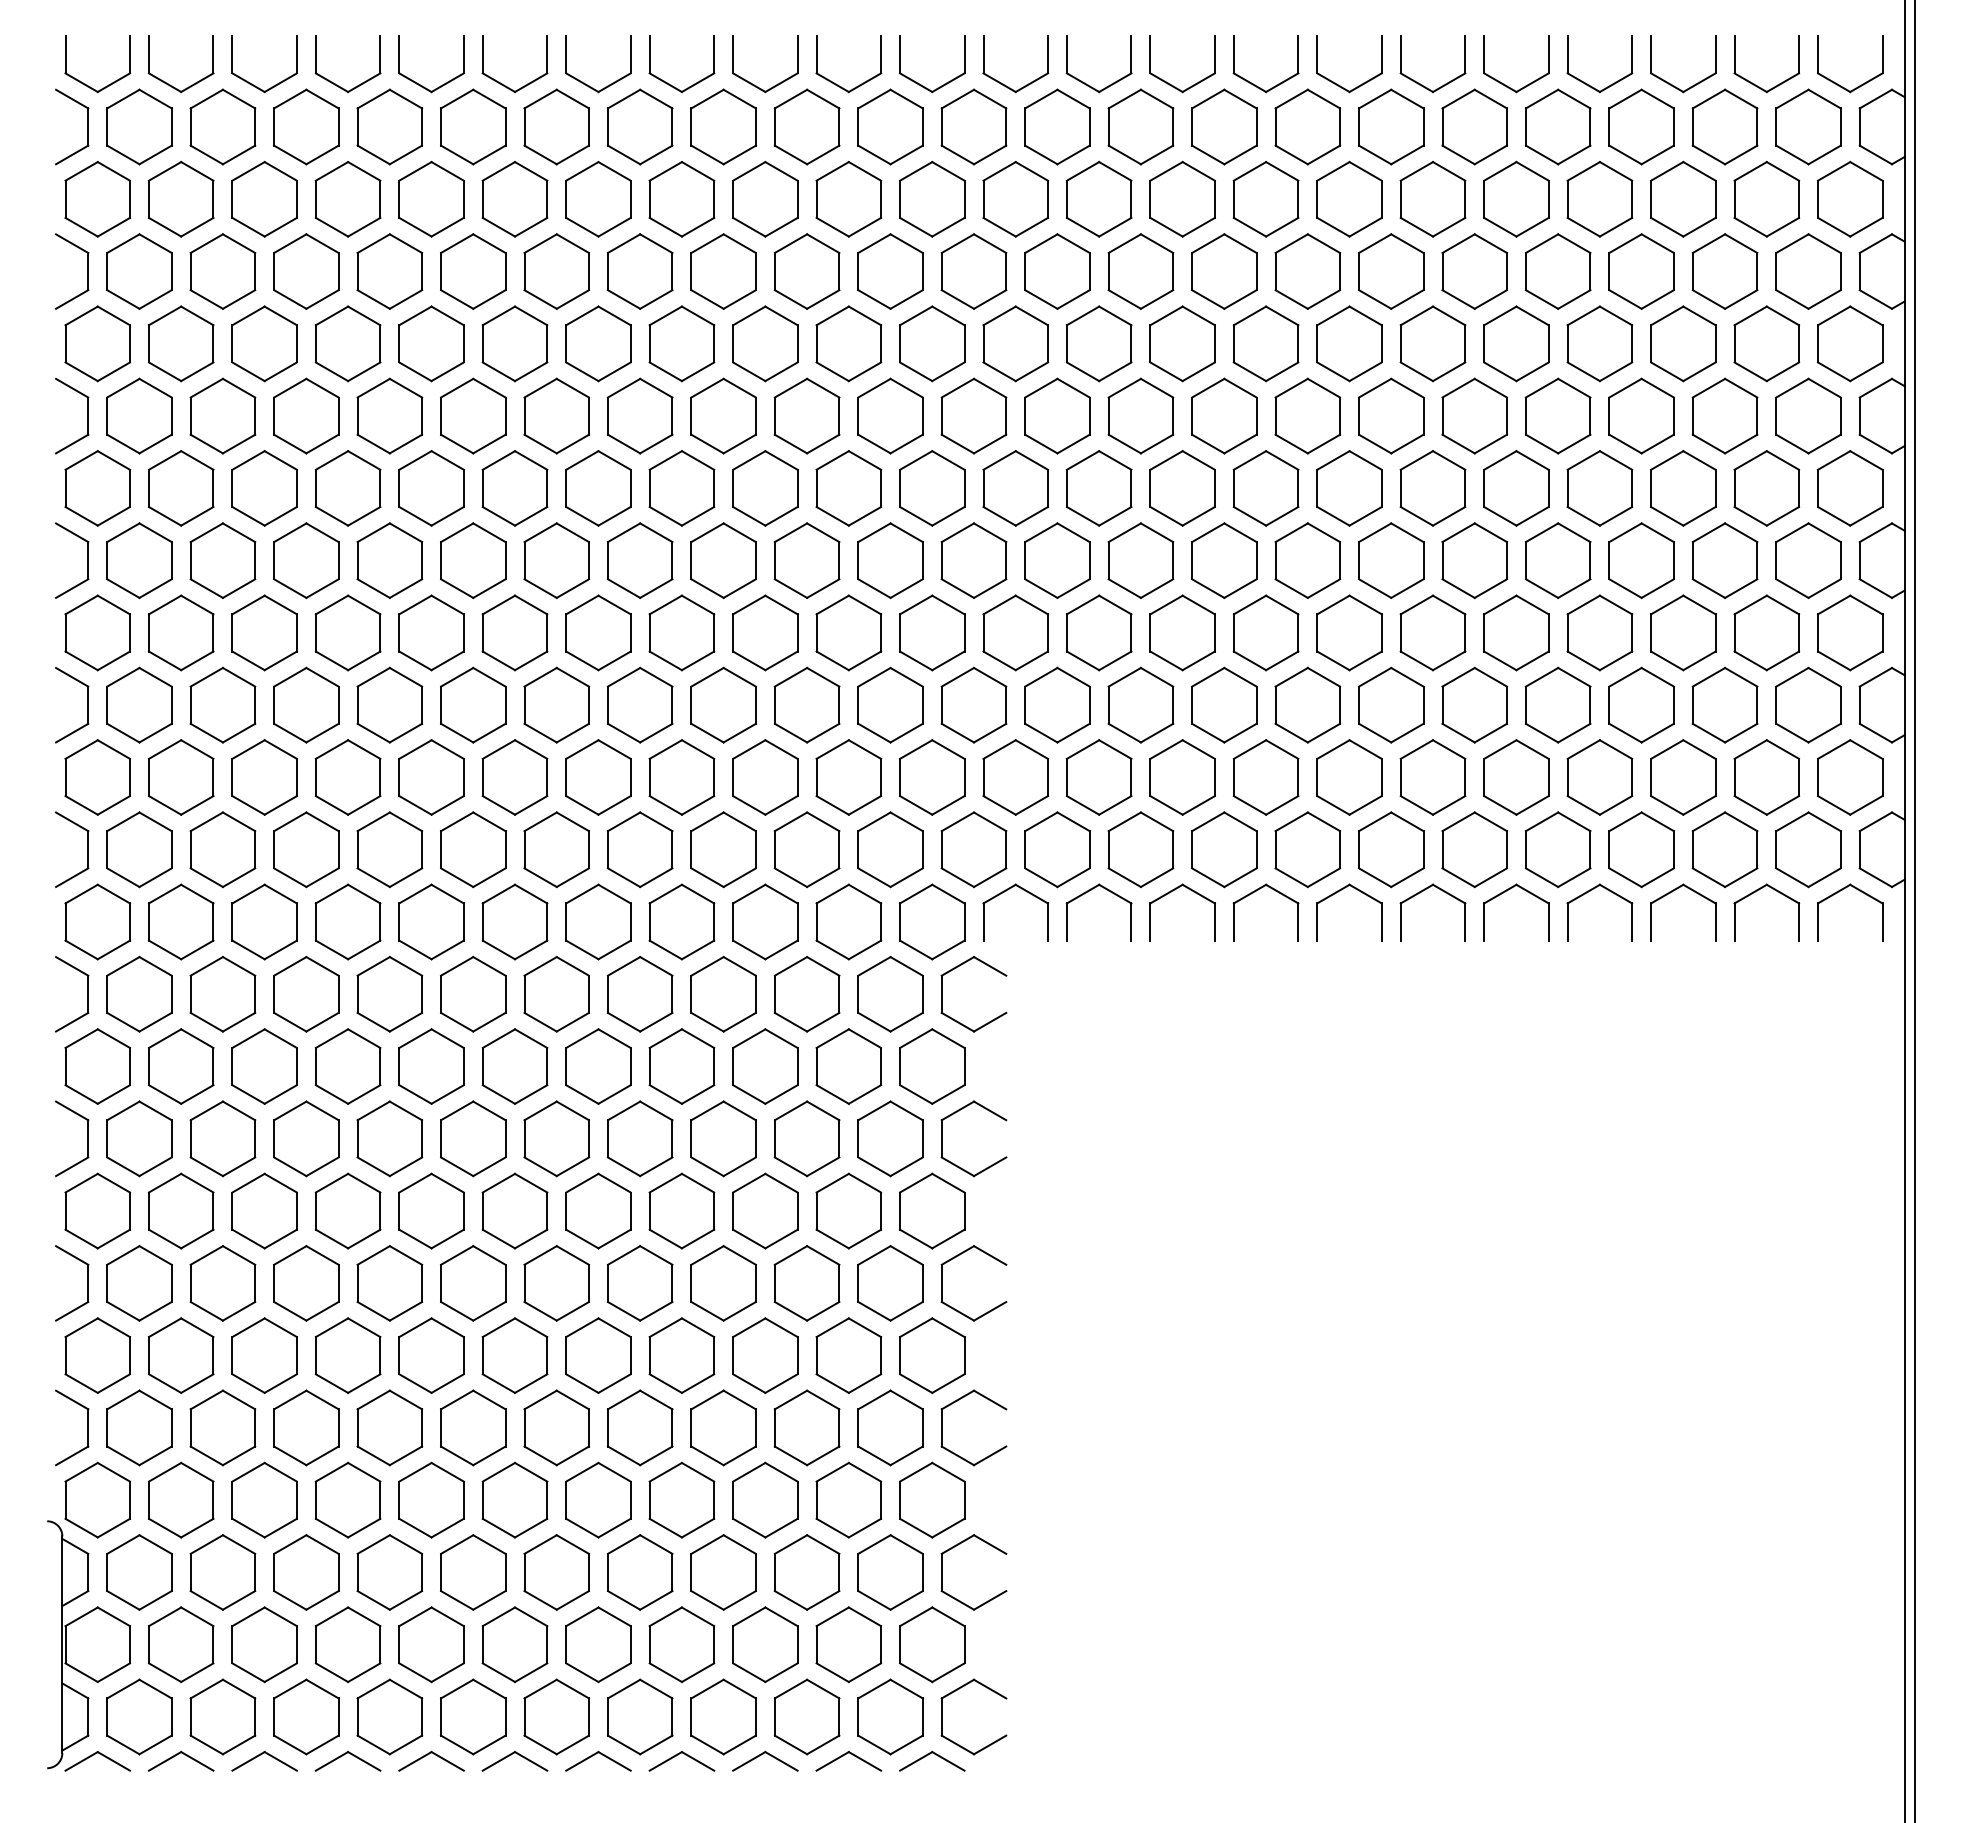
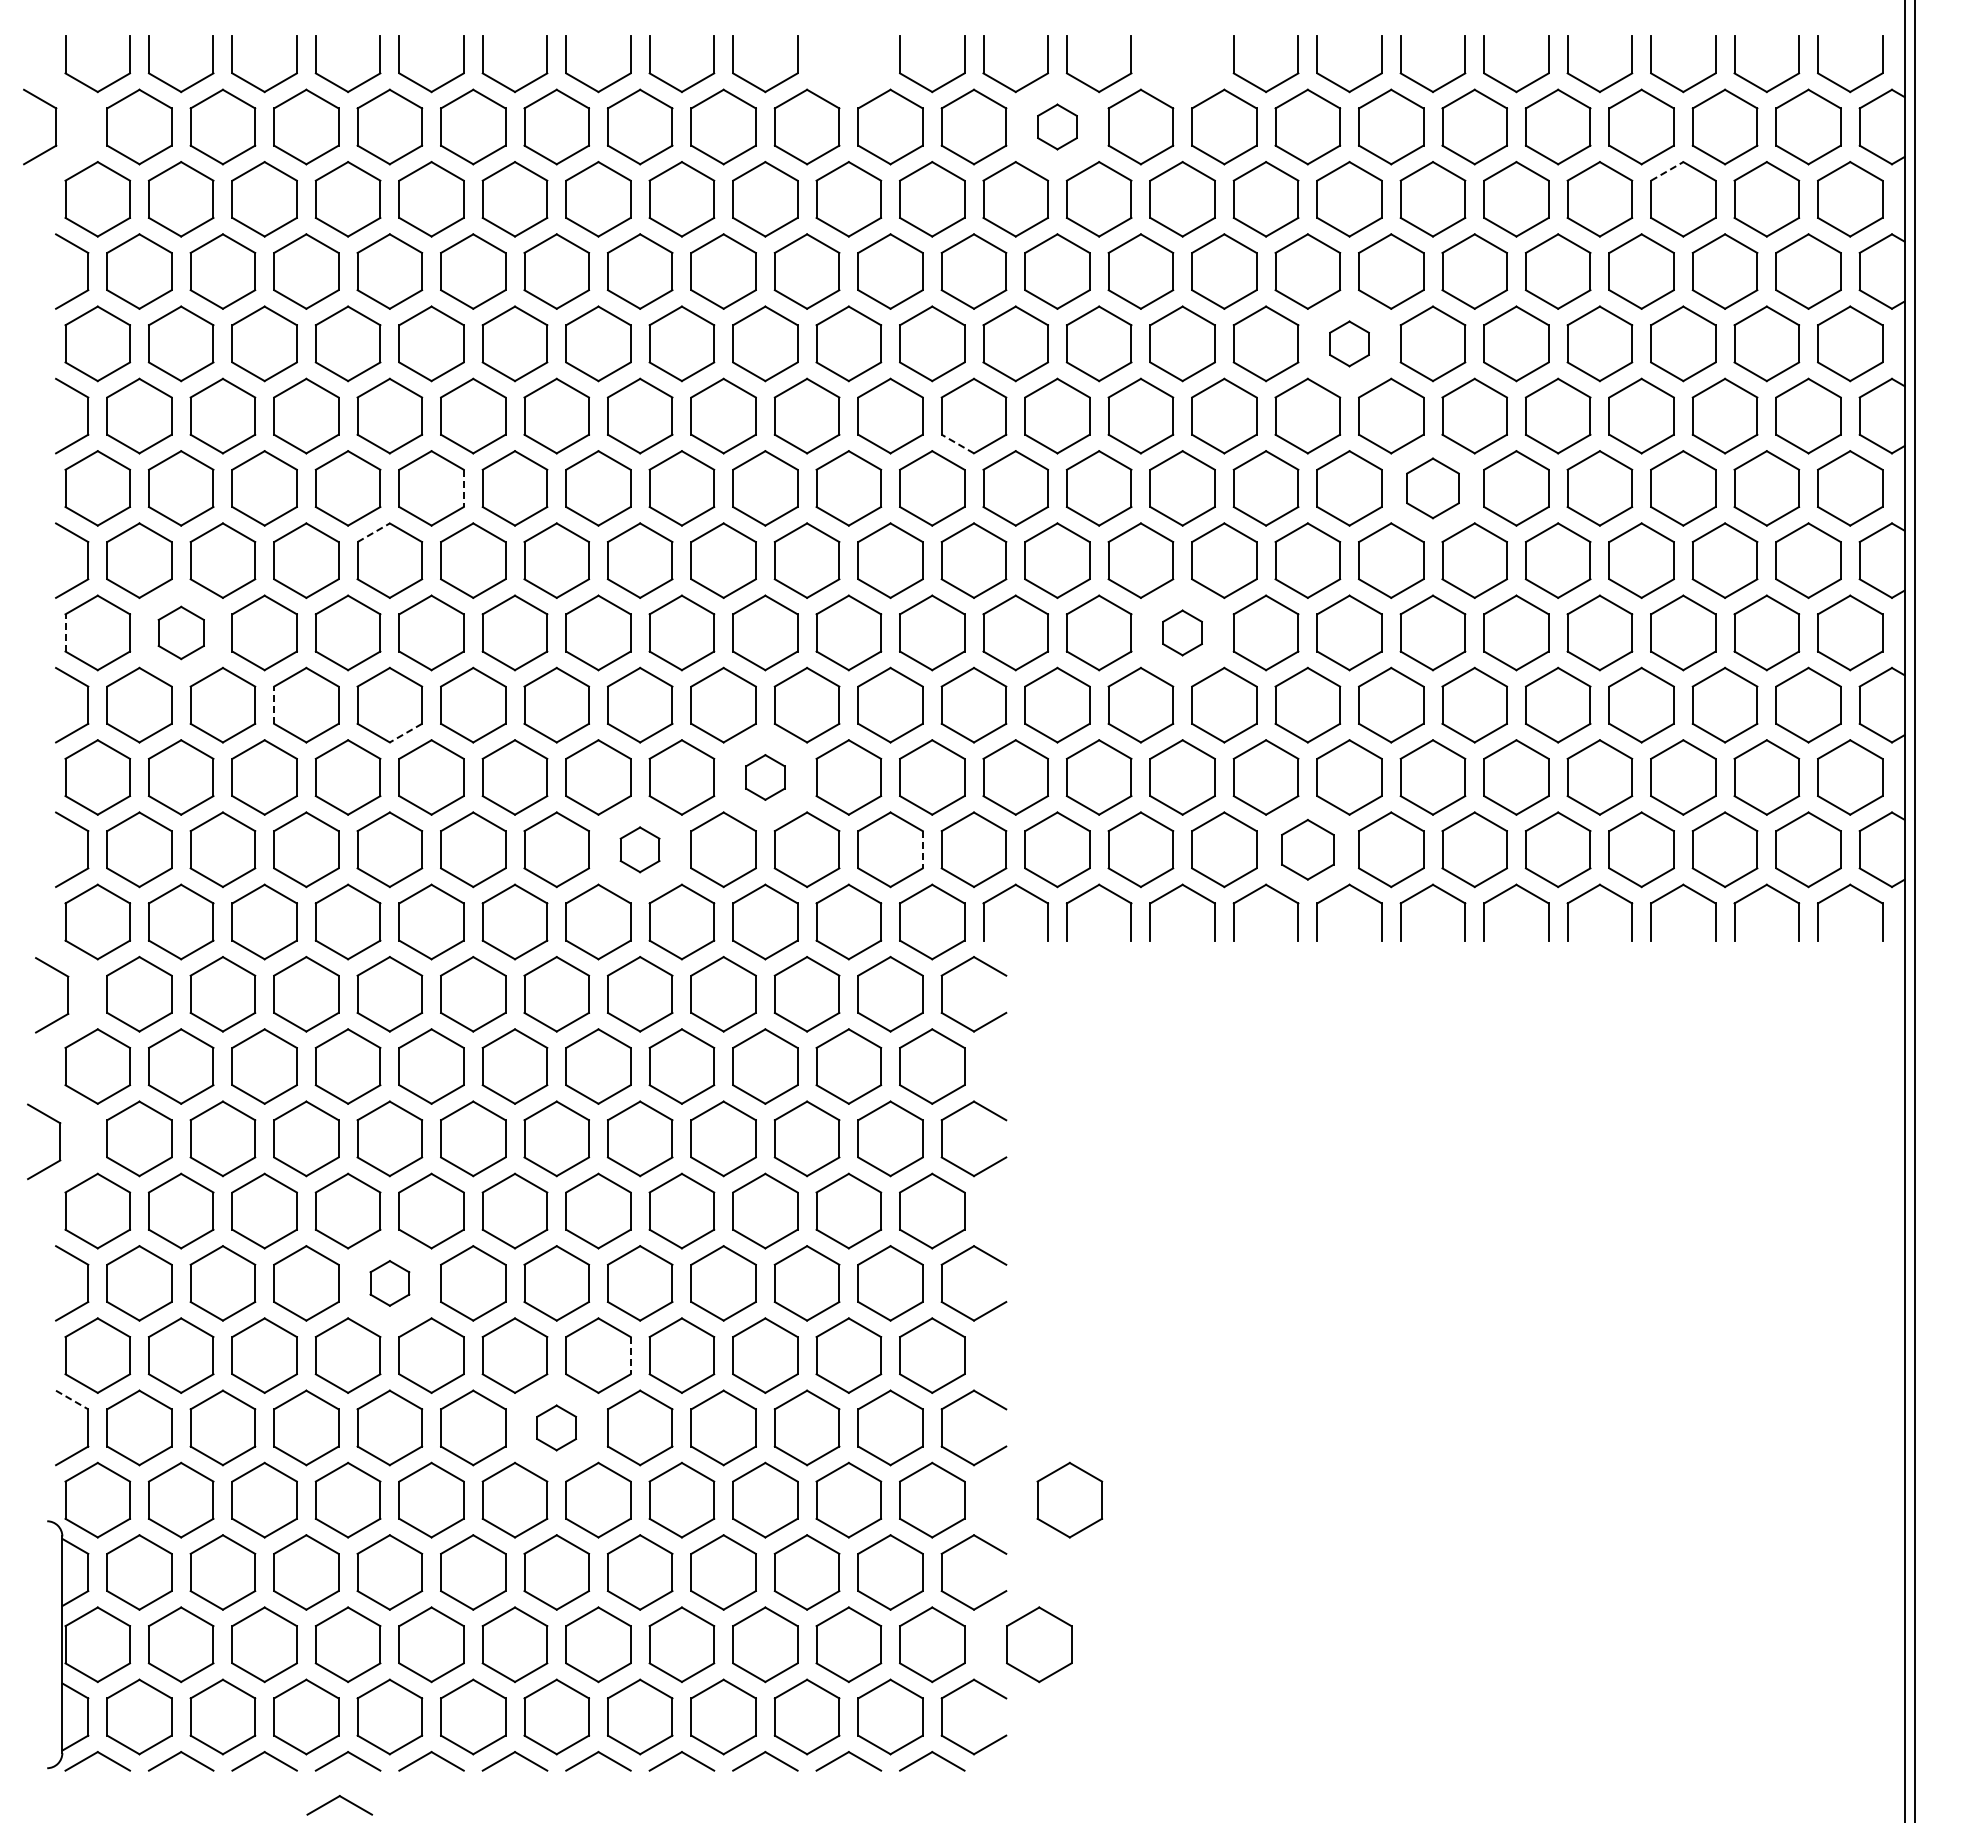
part at (1170, 83): present -> none
part at (838, 84): present -> none
part at (87, 126) position: (87, 126) -> (55, 126)
part at (1057, 126) size: 67x78 px -> 41x48 px
line at (1667, 171): solid -> dashed
part at (1349, 343) size: 67x78 px -> 41x48 px
line at (957, 444): solid -> dashed
line at (463, 488): solid -> dashed
part at (1432, 488) size: 68x77 px -> 54x63 px
line at (373, 532): solid -> dashed
line at (65, 632): solid -> dashed
part at (181, 632) size: 67x78 px -> 48x56 px
part at (1182, 632) size: 67x78 px -> 41x48 px
line at (274, 705): solid -> dashed
line at (405, 733): solid -> dashed
part at (765, 777) size: 67x77 px -> 41x47 px
part at (639, 849) size: 68x78 px -> 42x48 px
line at (922, 849): solid -> dashed
part at (1307, 849) size: 68x78 px -> 54x63 px
part at (87, 994) position: (87, 994) -> (67, 995)
part at (87, 1138) position: (87, 1138) -> (59, 1141)
part at (389, 1283) size: 68x77 px -> 42x47 px
line at (630, 1355): solid -> dashed
line at (72, 1400): solid -> dashed
part at (556, 1427) size: 67x78 px -> 41x48 px
part at (1069, 1499): none -> present
part at (1039, 1644): none -> present
part at (334, 1800): none -> present
